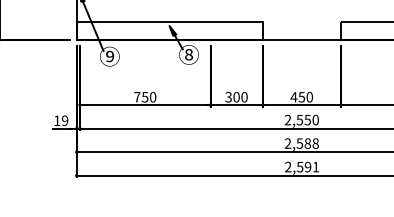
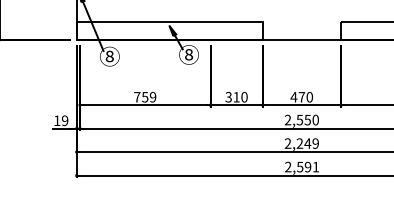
text at (109, 57): ⑨ -> ⑧
text at (236, 96): 300 -> 310
text at (152, 97): 750 -> 759
text at (301, 97): 450 -> 470
text at (307, 143): 2,588 -> 2,249
